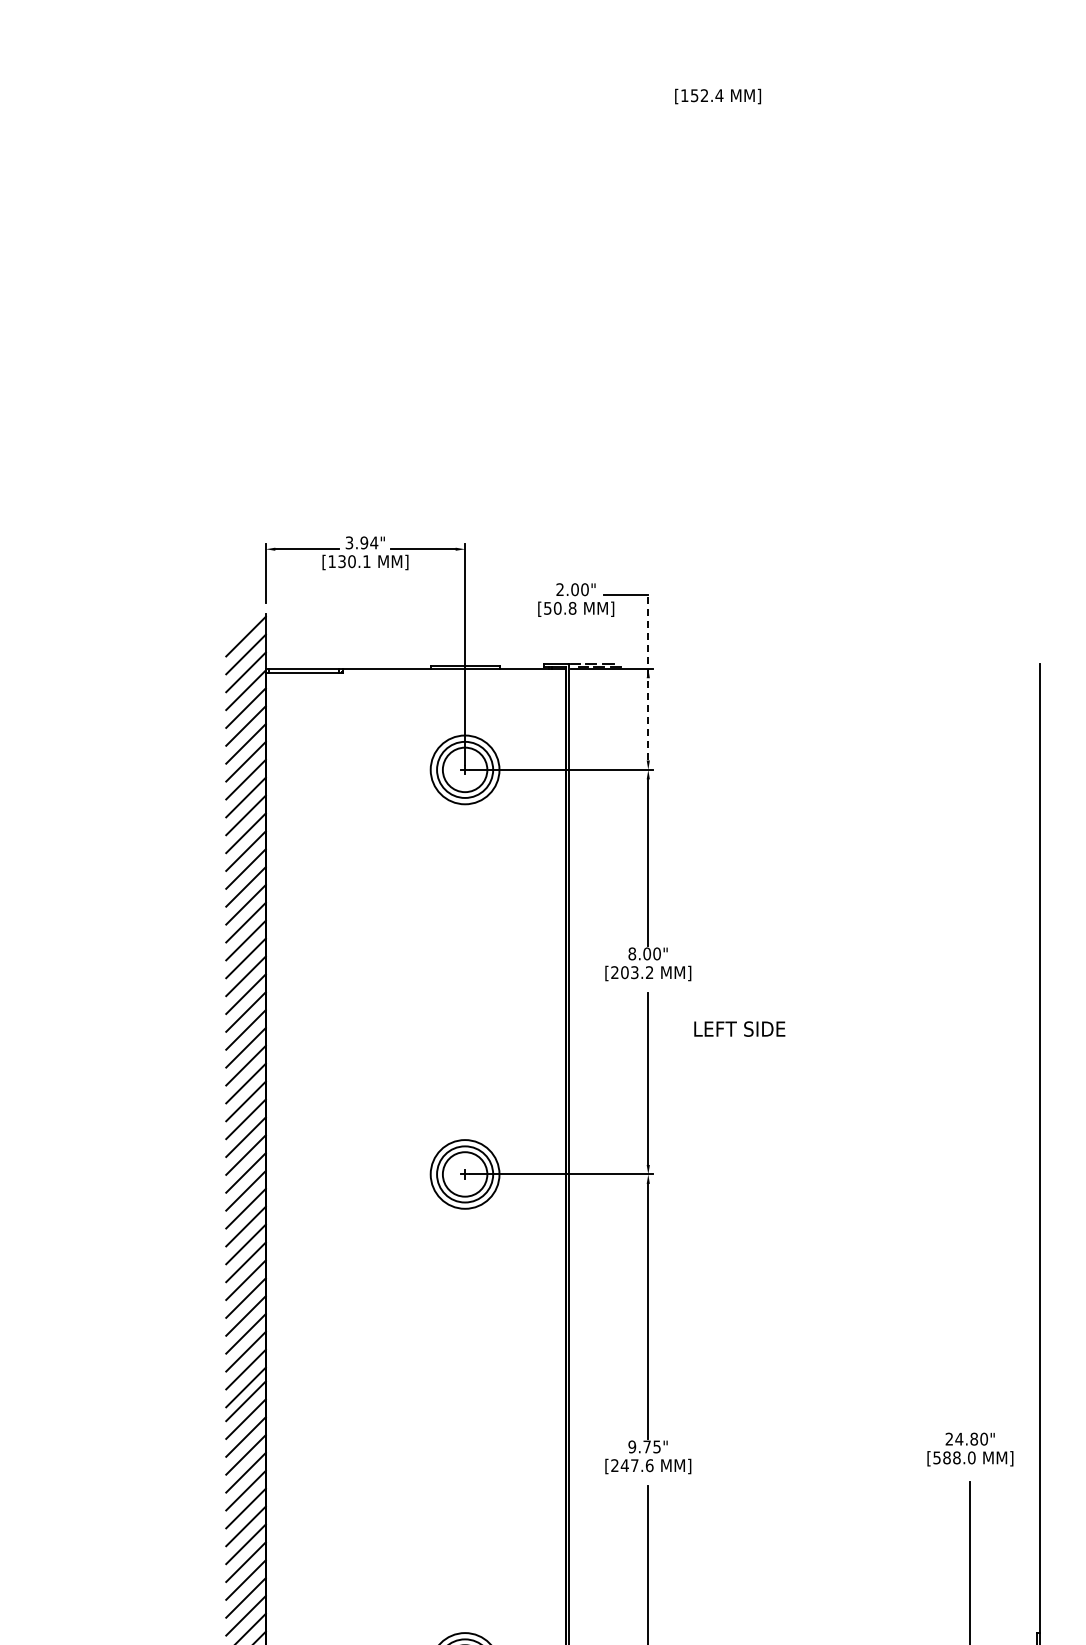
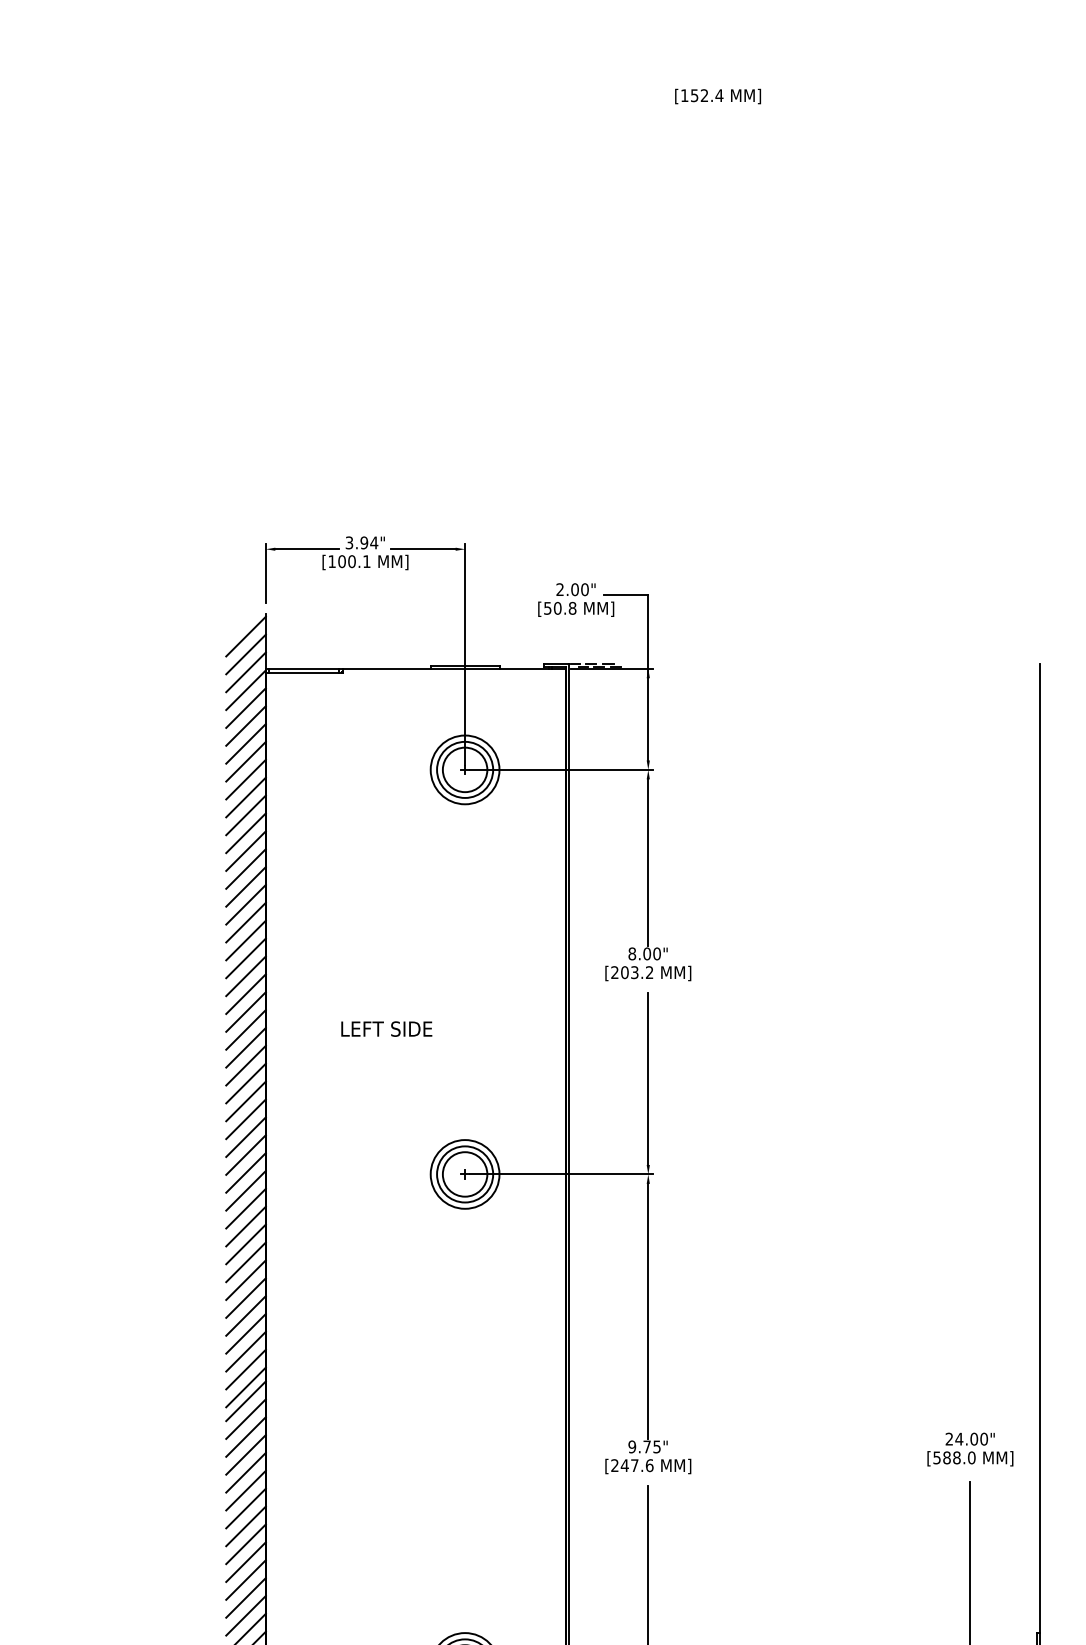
text at (341, 561): [130.1 -> [100.1
line at (648, 677): dashed -> solid
text at (739, 1028) position: (739, 1028) -> (386, 1028)
text at (974, 1439): 24.80" -> 24.00"
